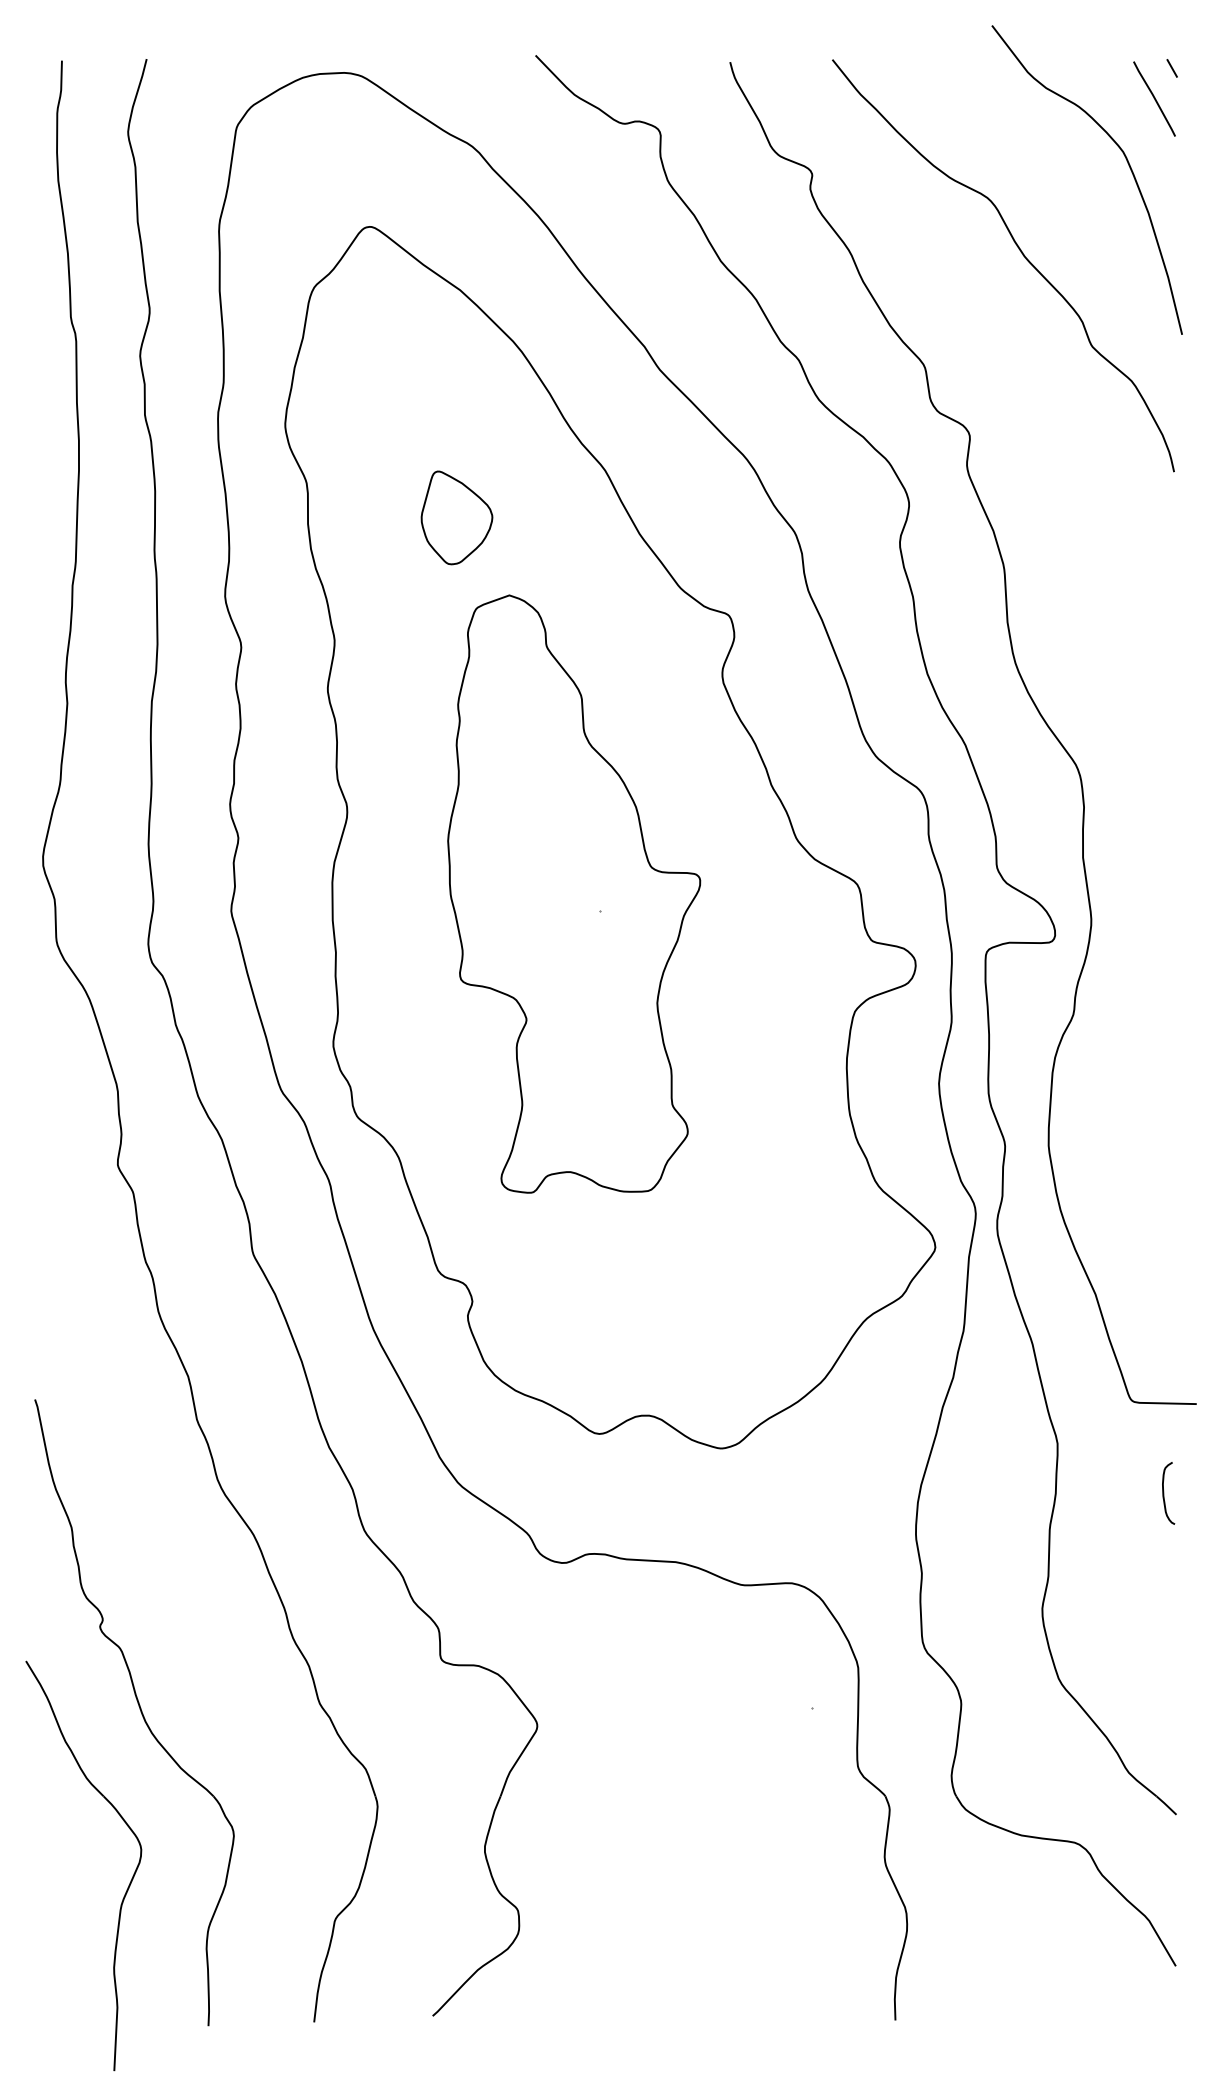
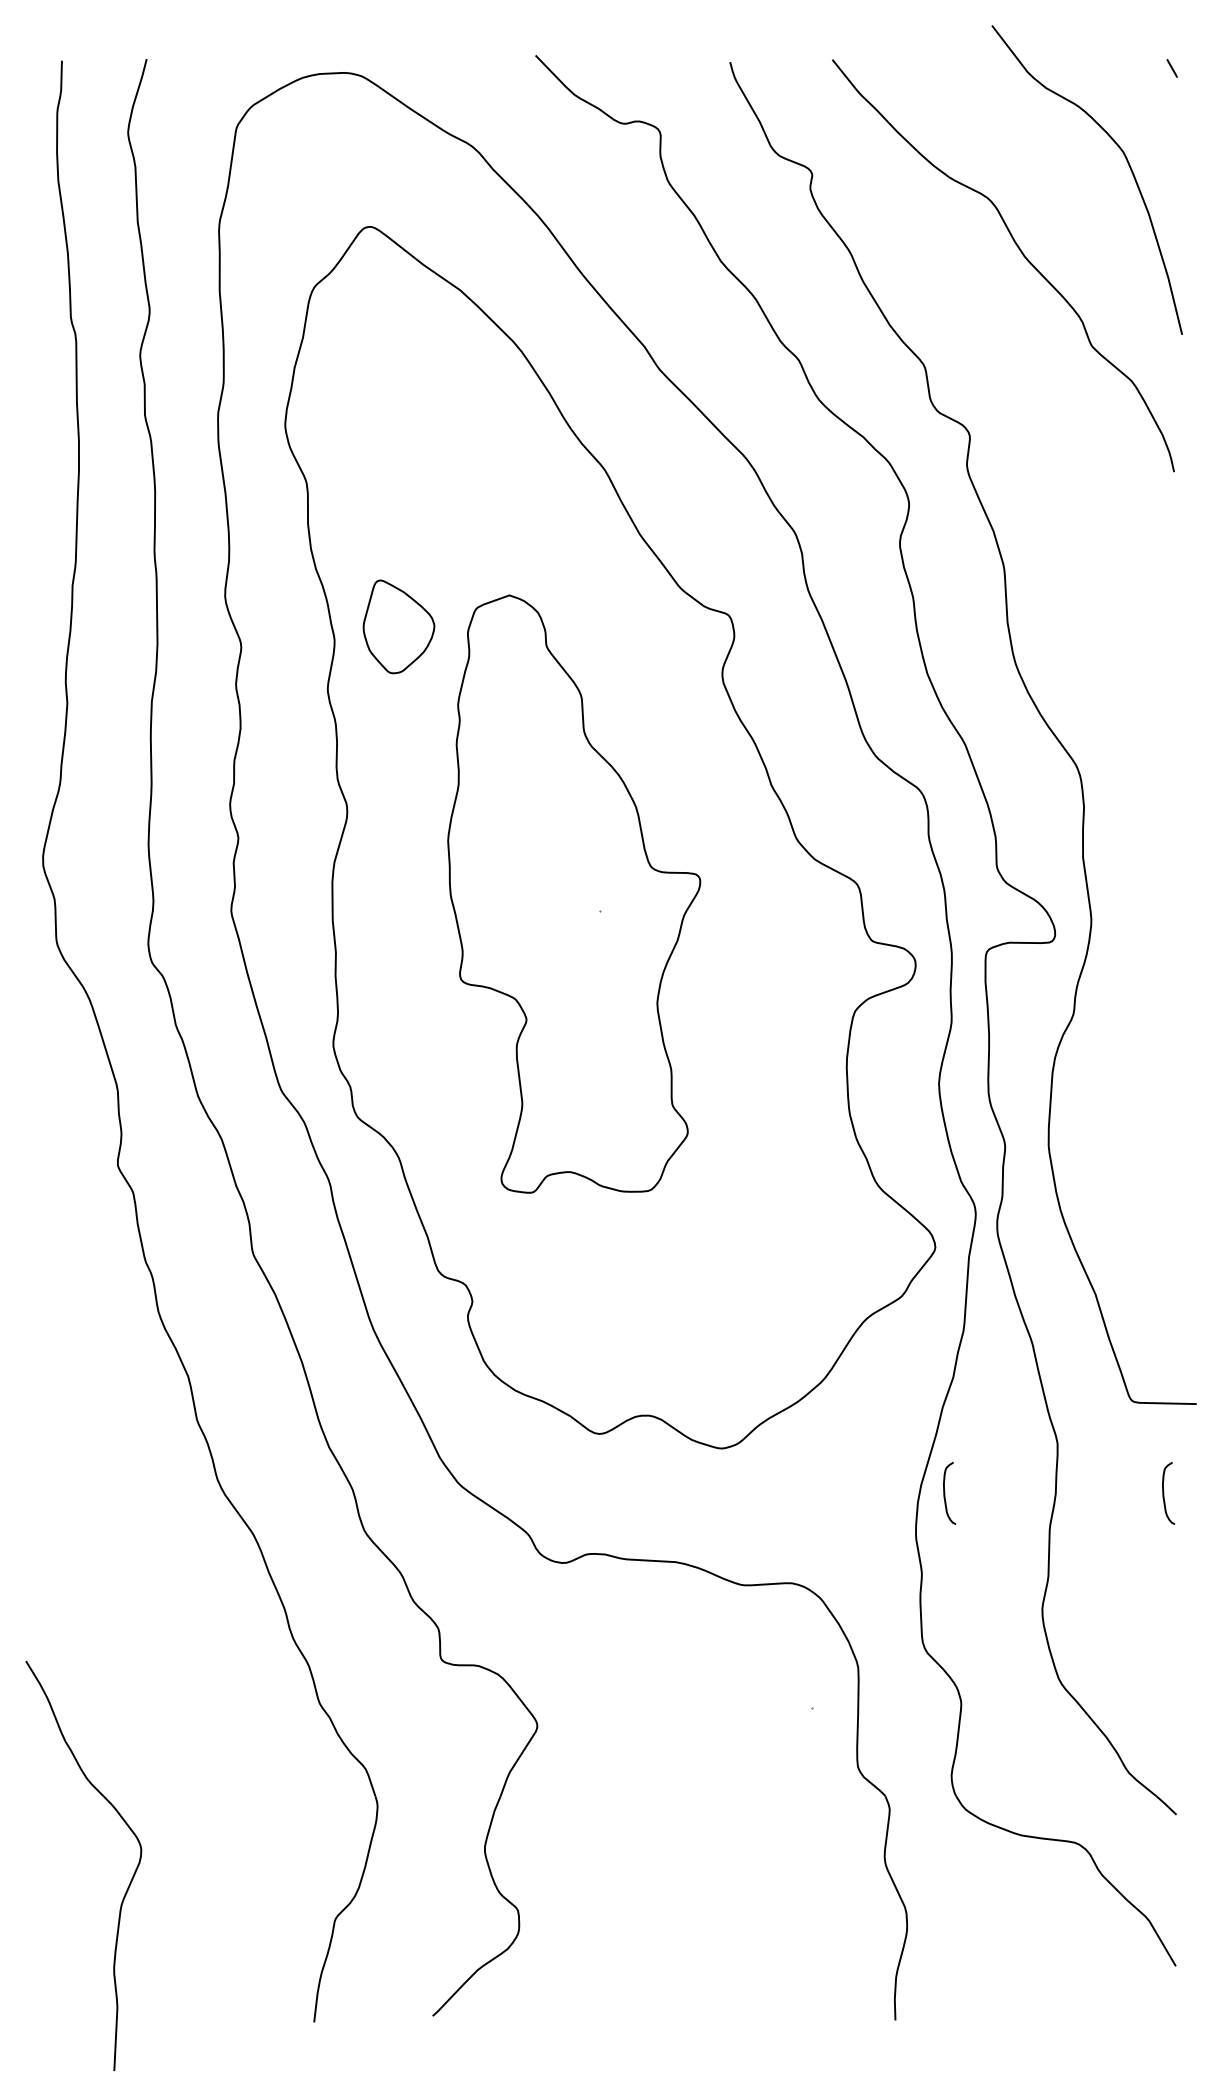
line at (1154, 98): present -> none
part at (456, 517) position: (456, 517) -> (398, 626)
curve at (945, 1493): none -> present
part at (134, 1712): present -> none
